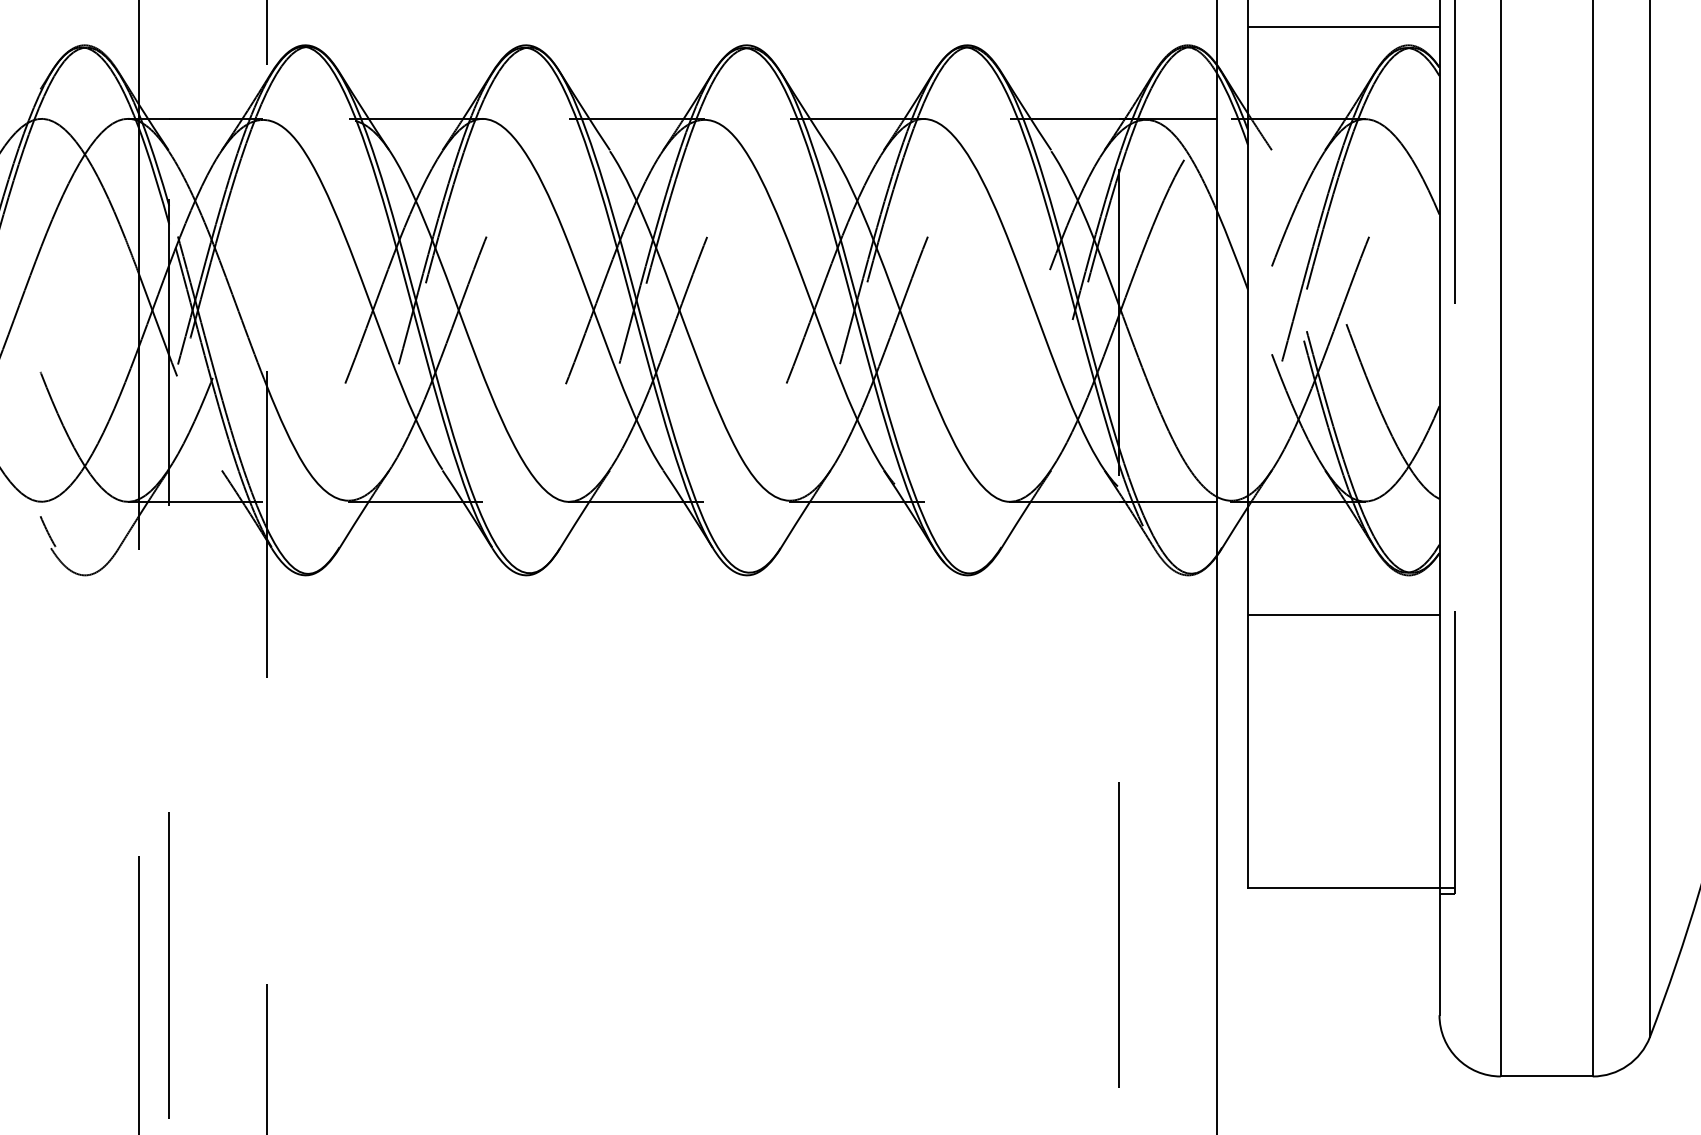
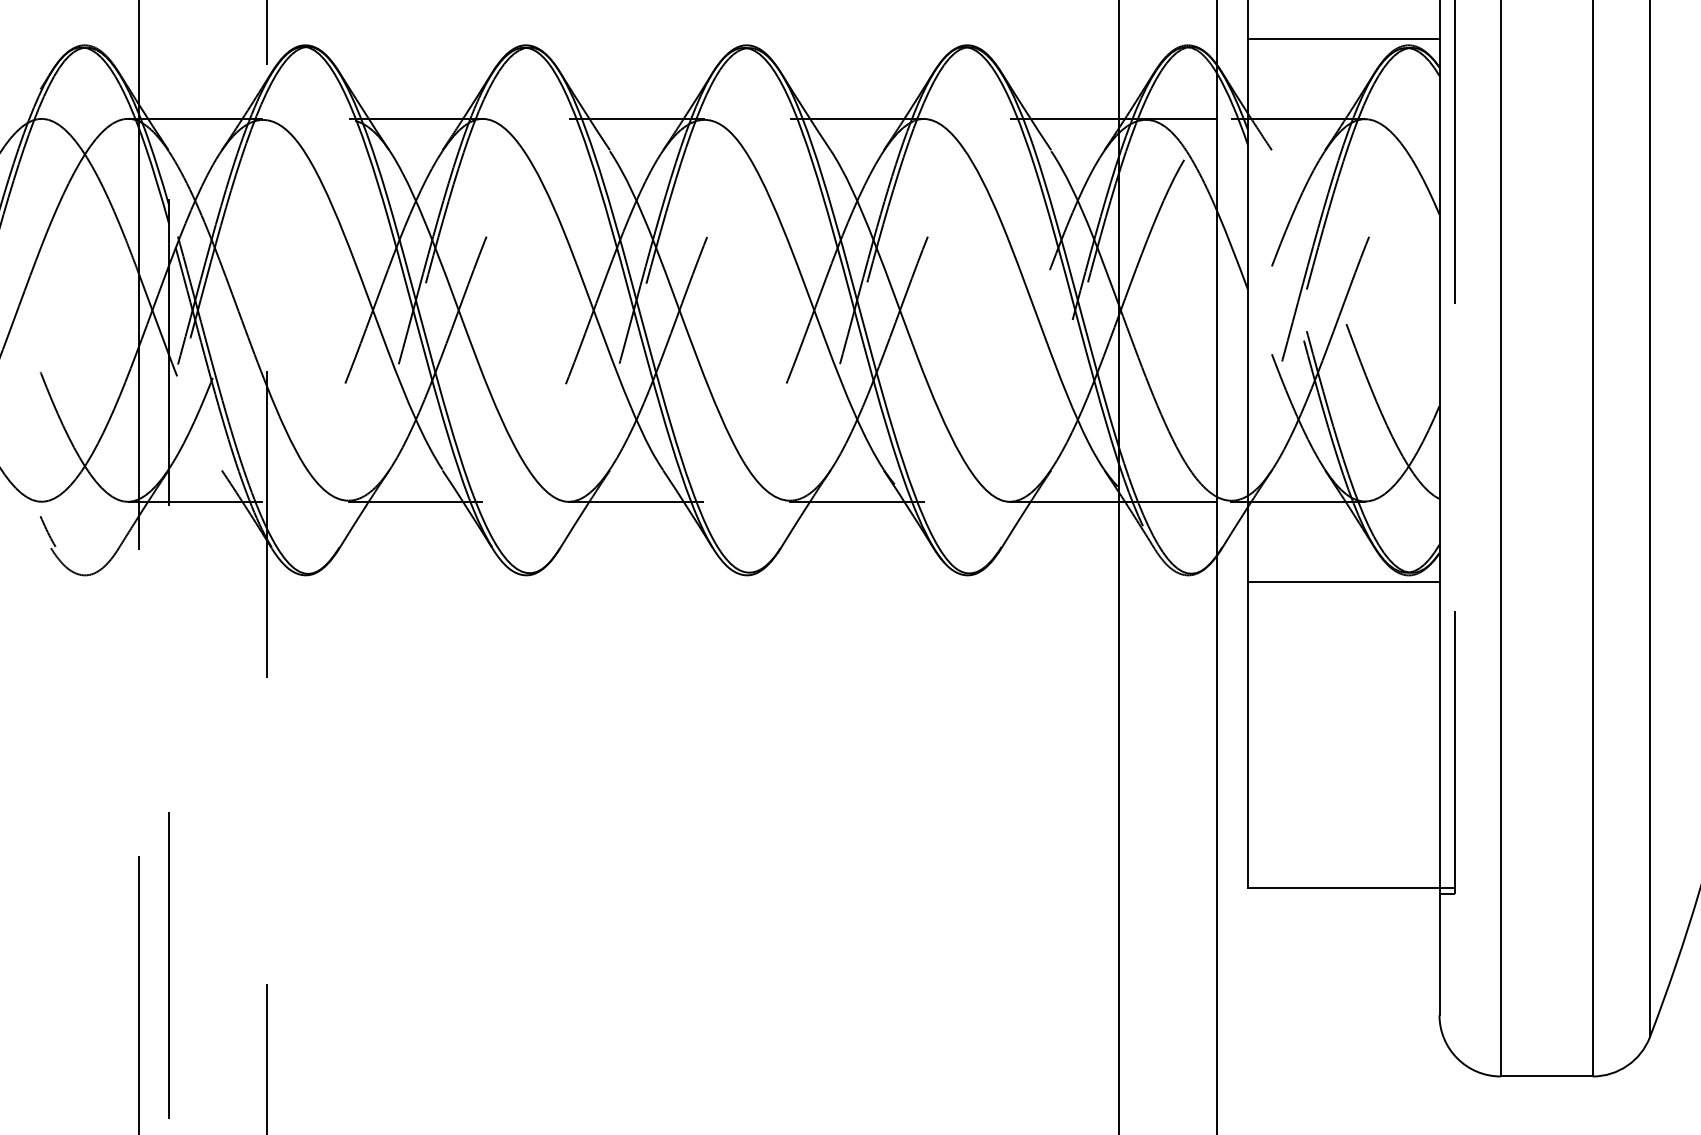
line at (1343, 27) position: (1343, 27) -> (1343, 39)
line at (1119, 567): dashed -> solid
line at (1343, 614) position: (1343, 614) -> (1343, 581)
